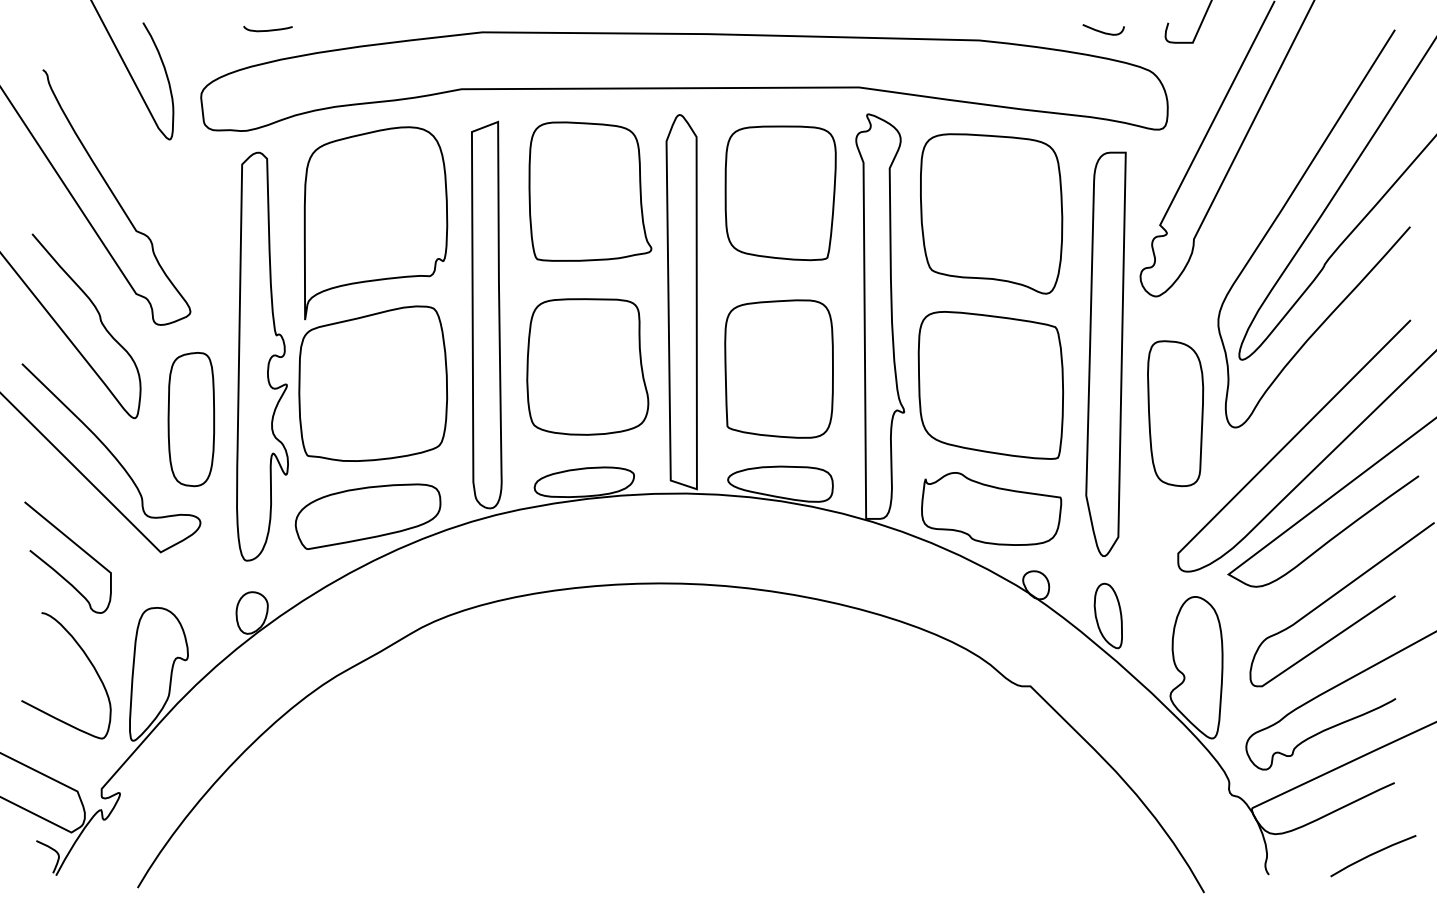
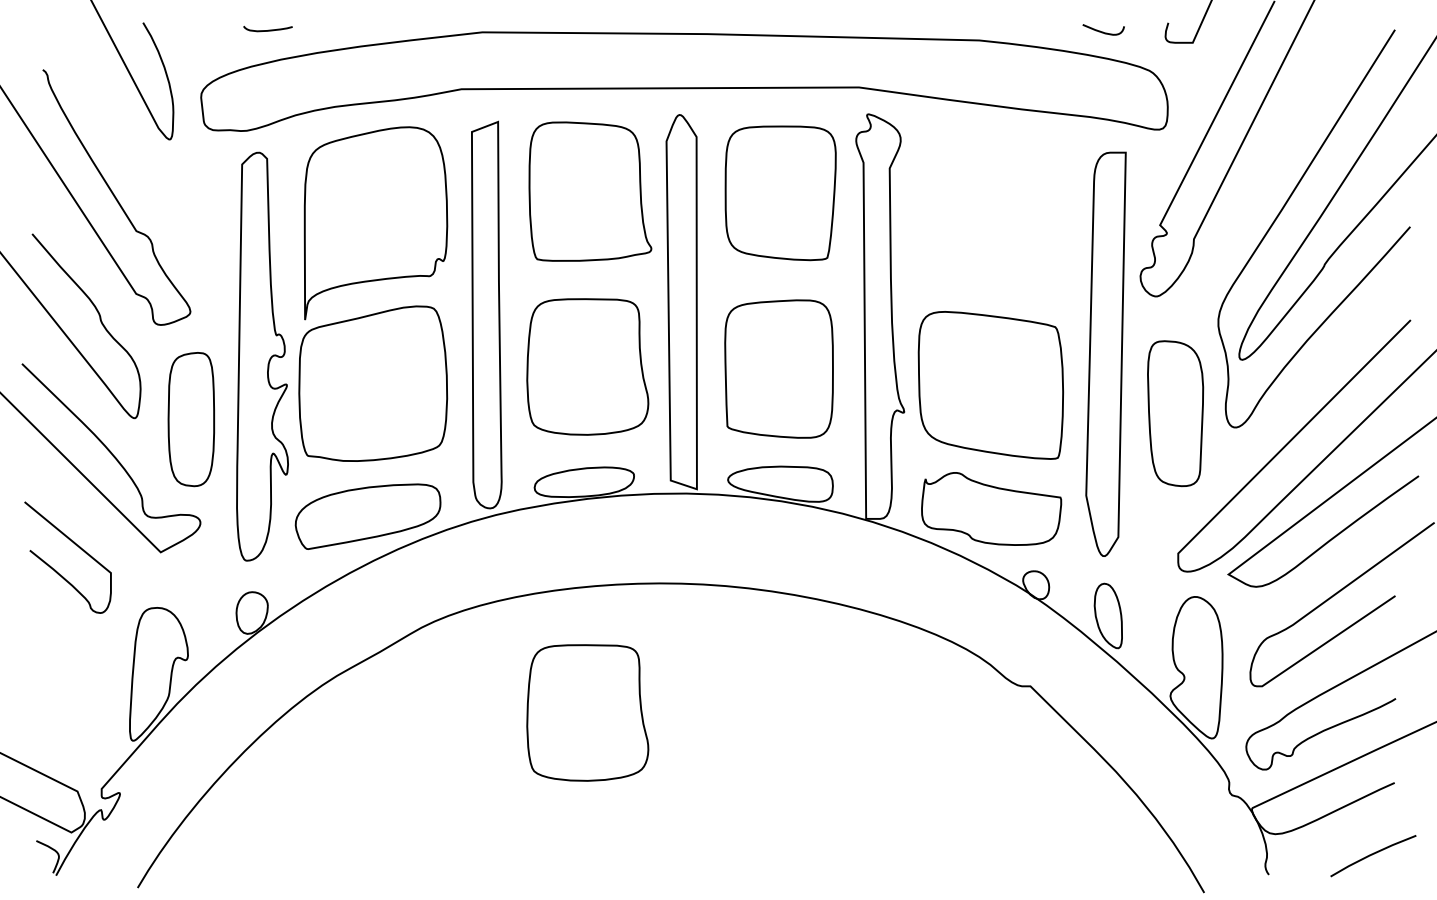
part at (991, 213): present -> none
curve at (87, 659): present -> none
part at (587, 712): none -> present
